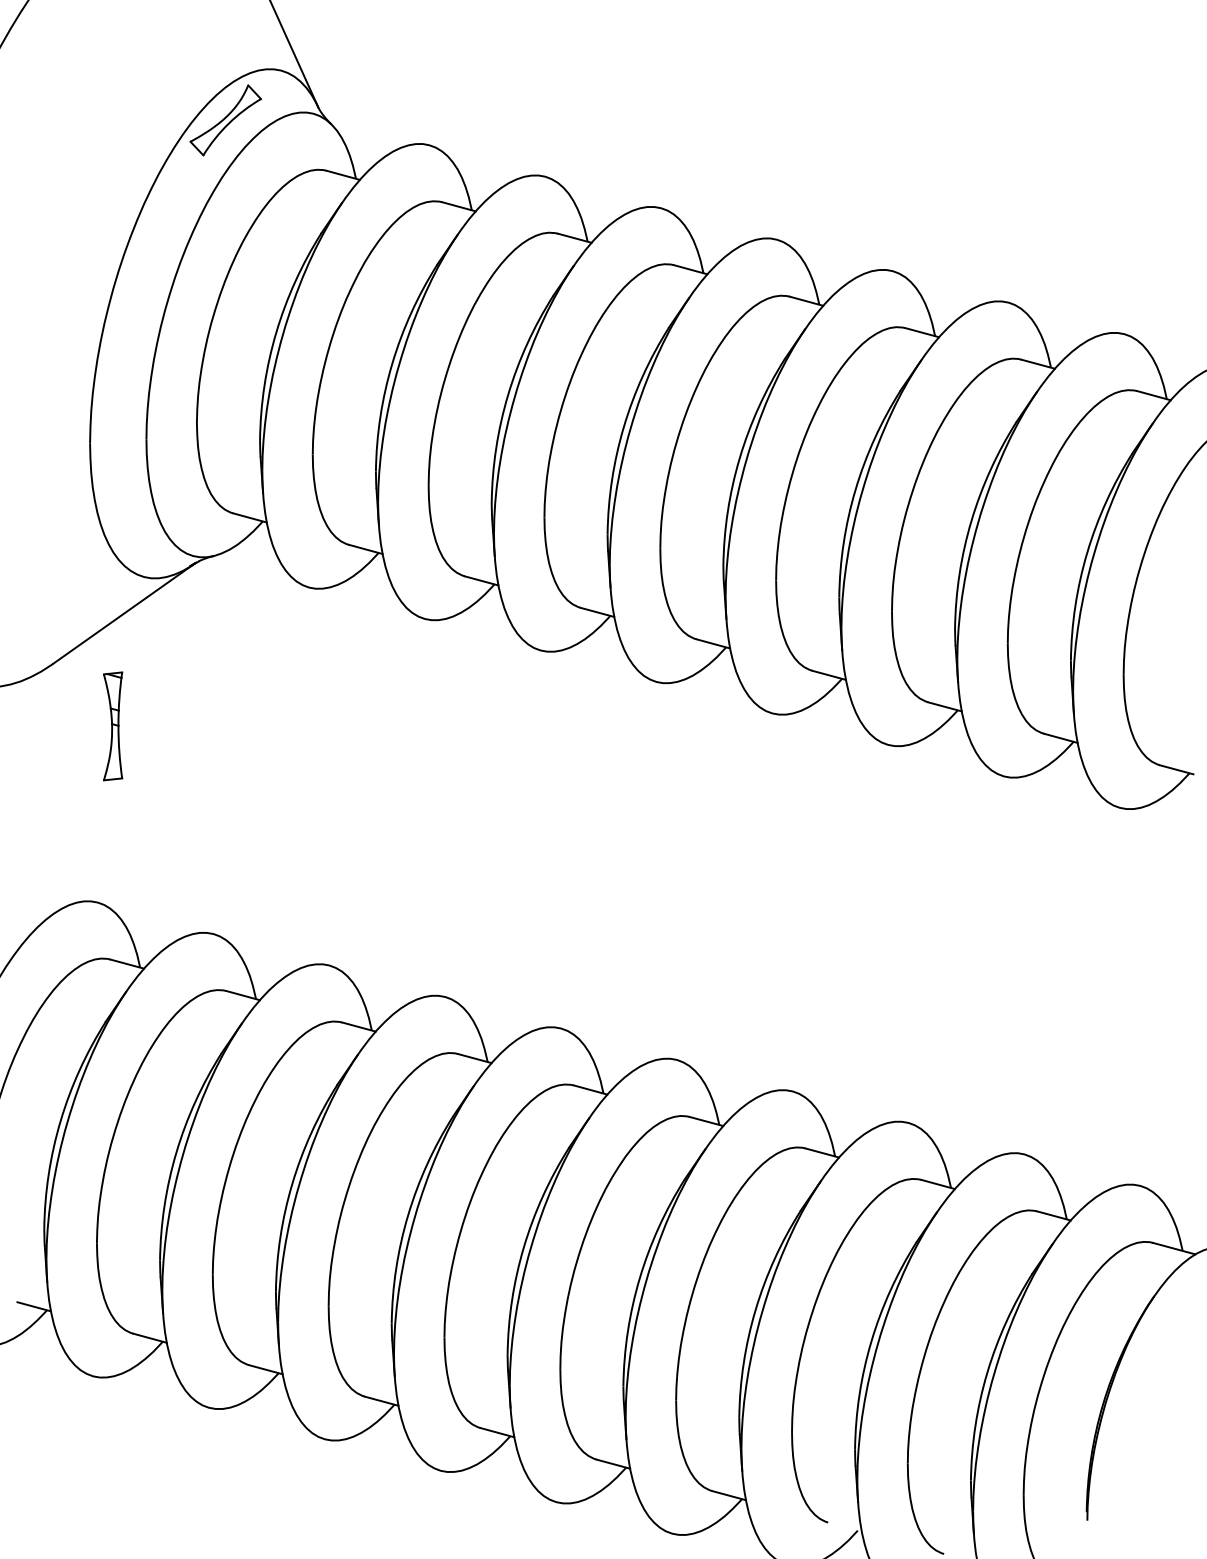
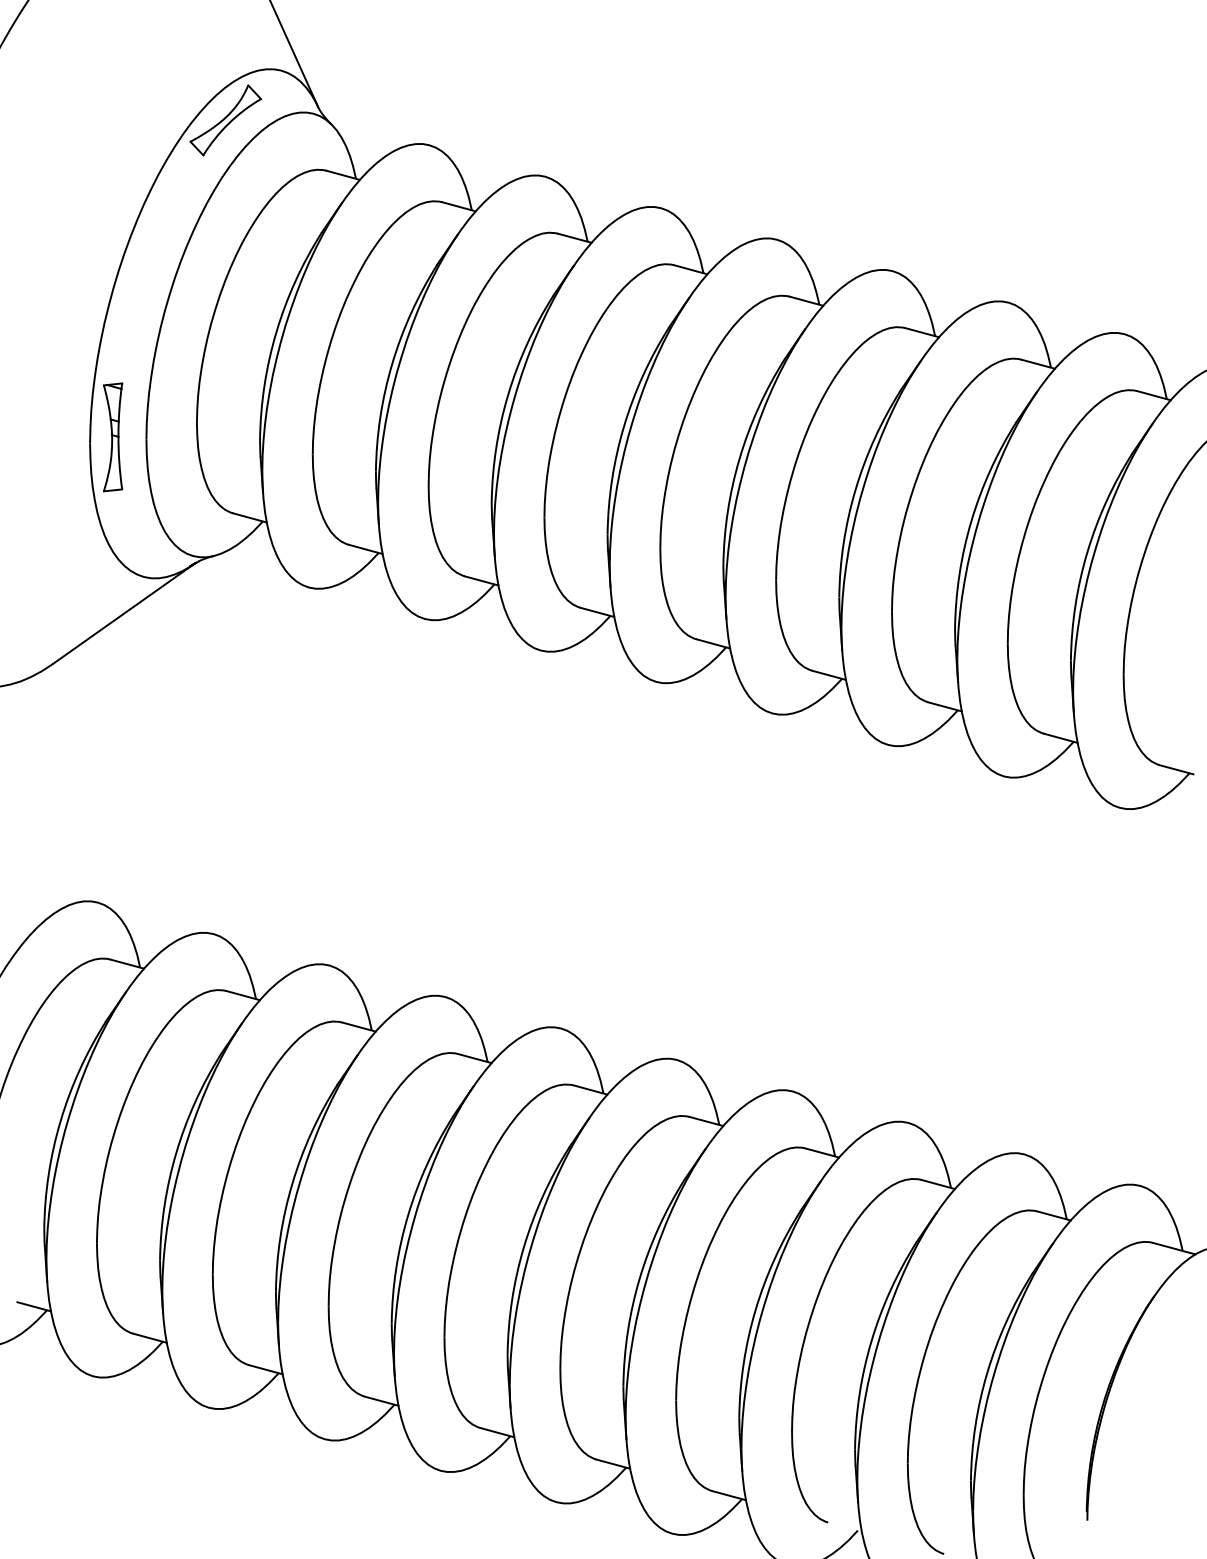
part at (113, 726) position: (113, 726) -> (113, 437)
